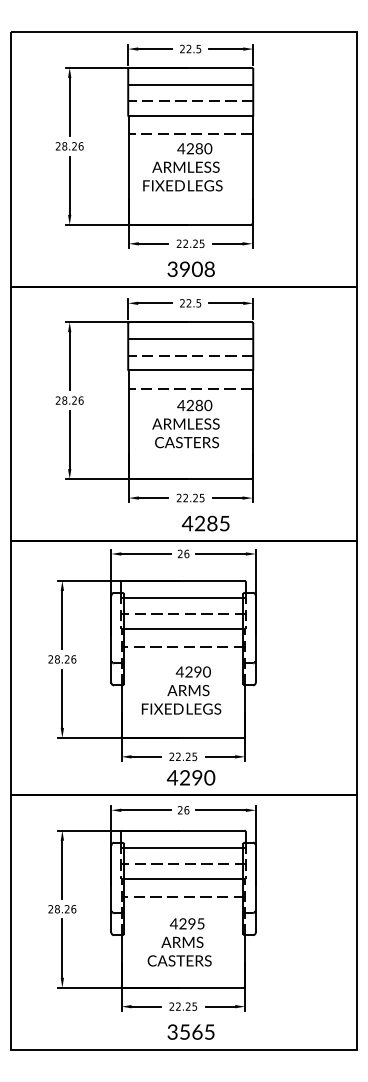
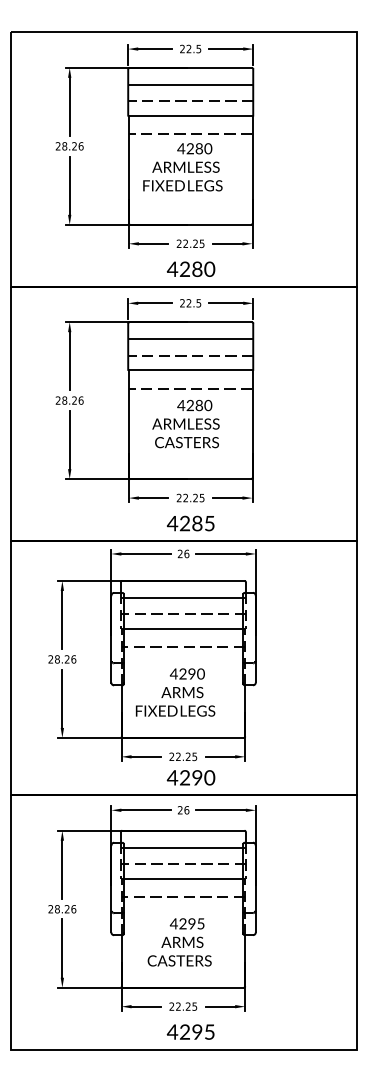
text at (190, 269): 3908 -> 4280
text at (205, 523) position: (205, 523) -> (190, 523)
text at (181, 690) position: (181, 690) -> (175, 692)
text at (184, 1031): 3565 -> 4295
